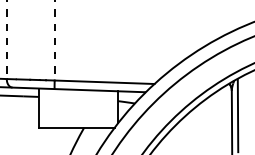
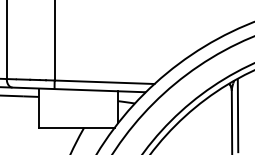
line at (6, 40): dashed -> solid
line at (54, 40): dashed -> solid
